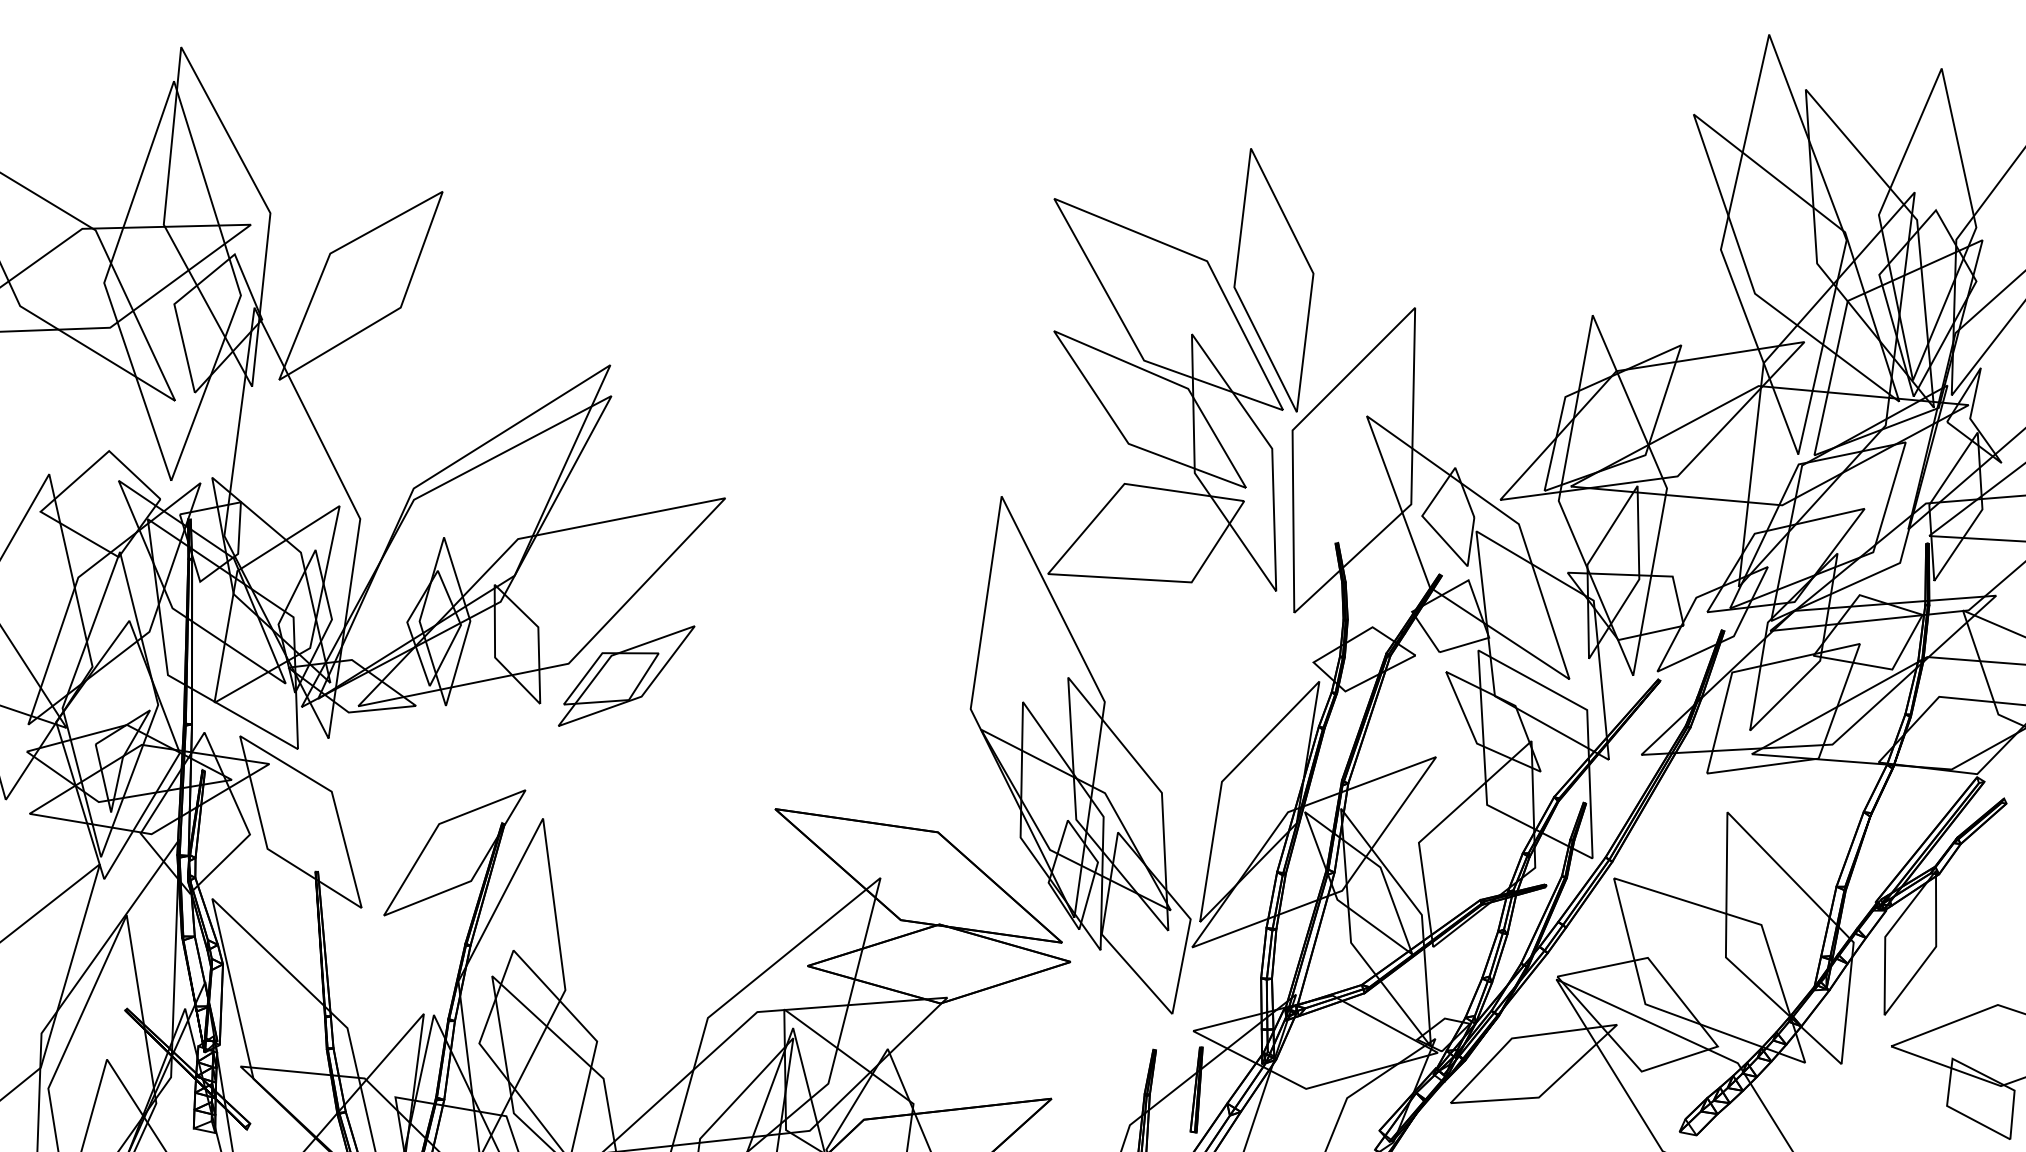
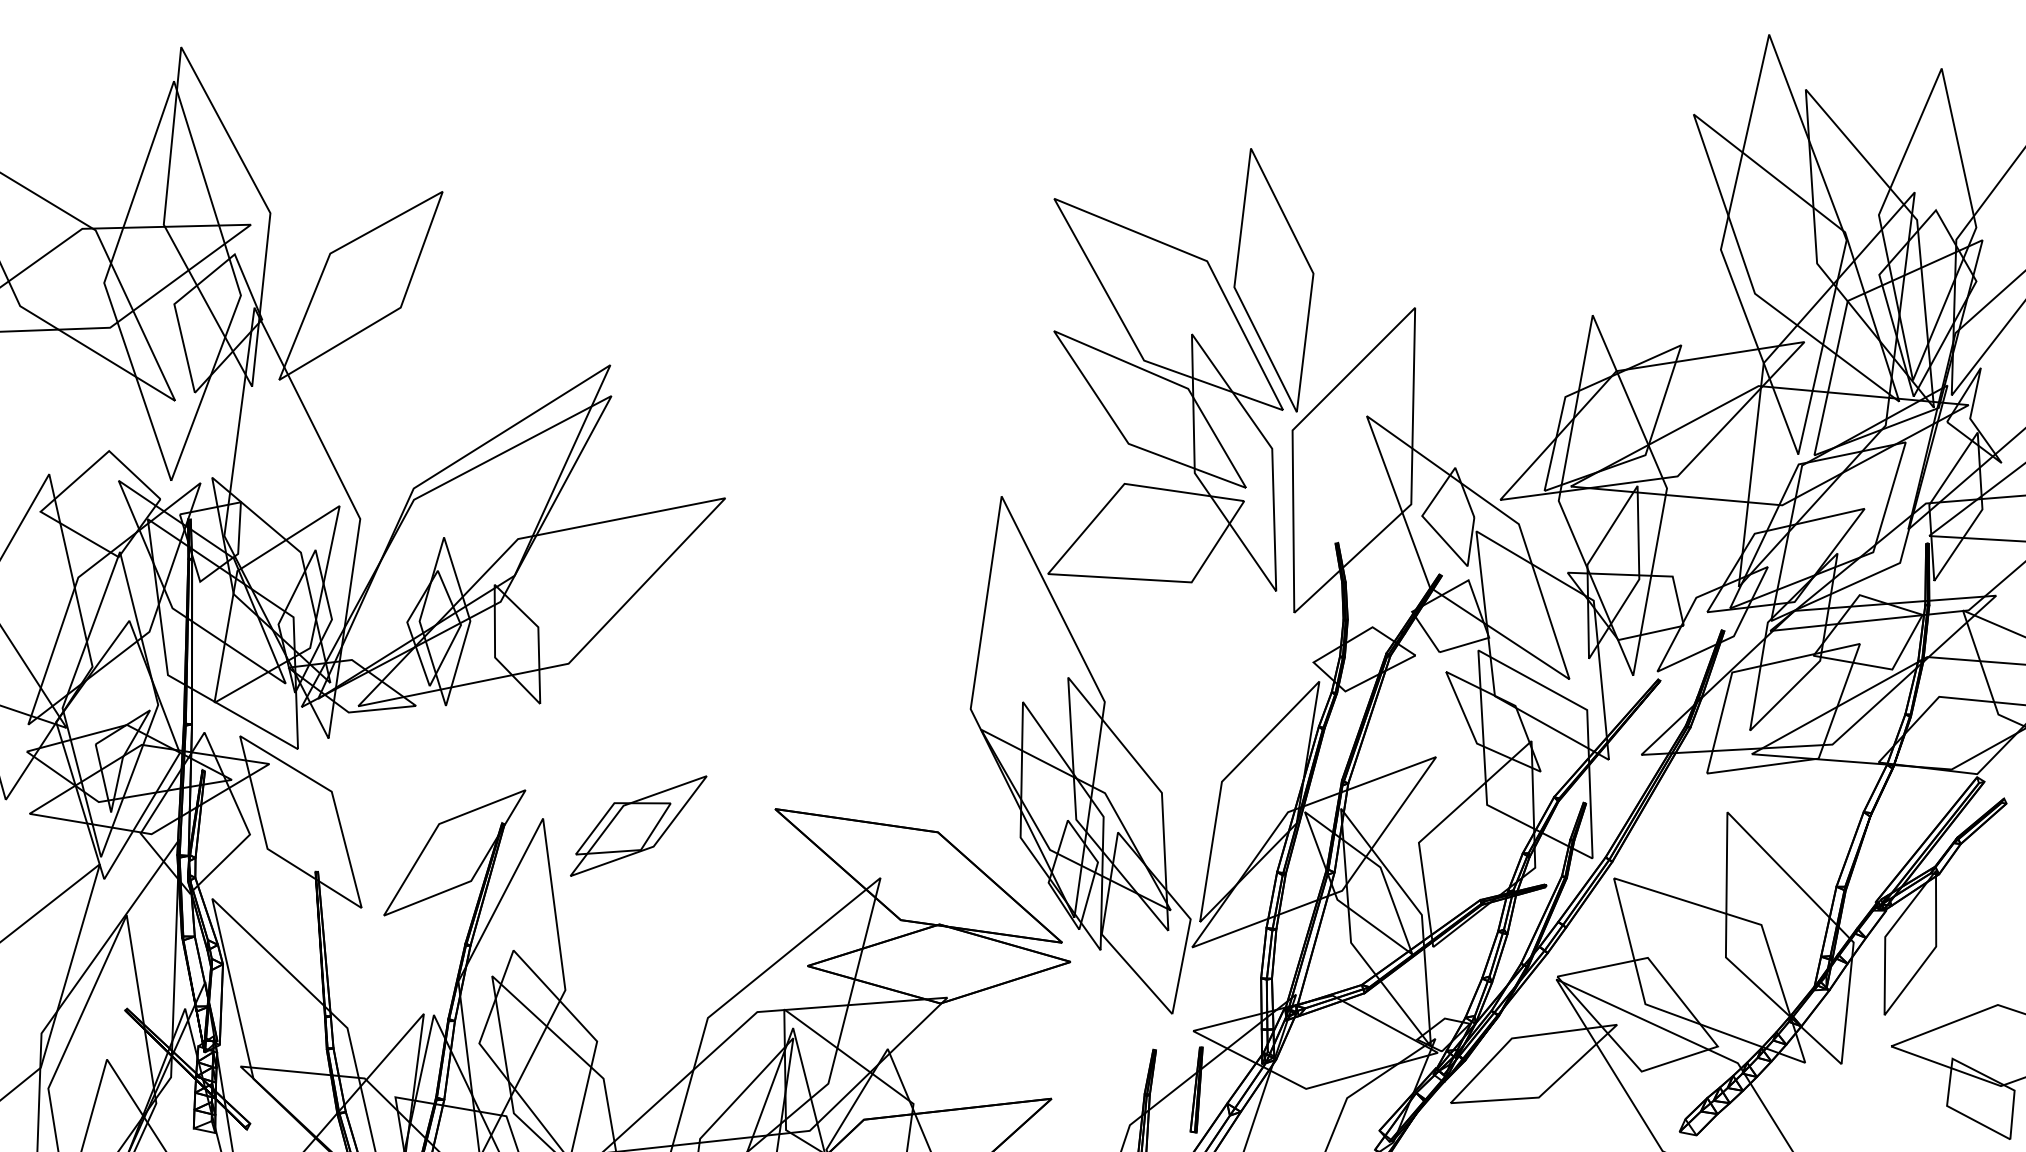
part at (626, 675) position: (626, 675) -> (638, 825)
